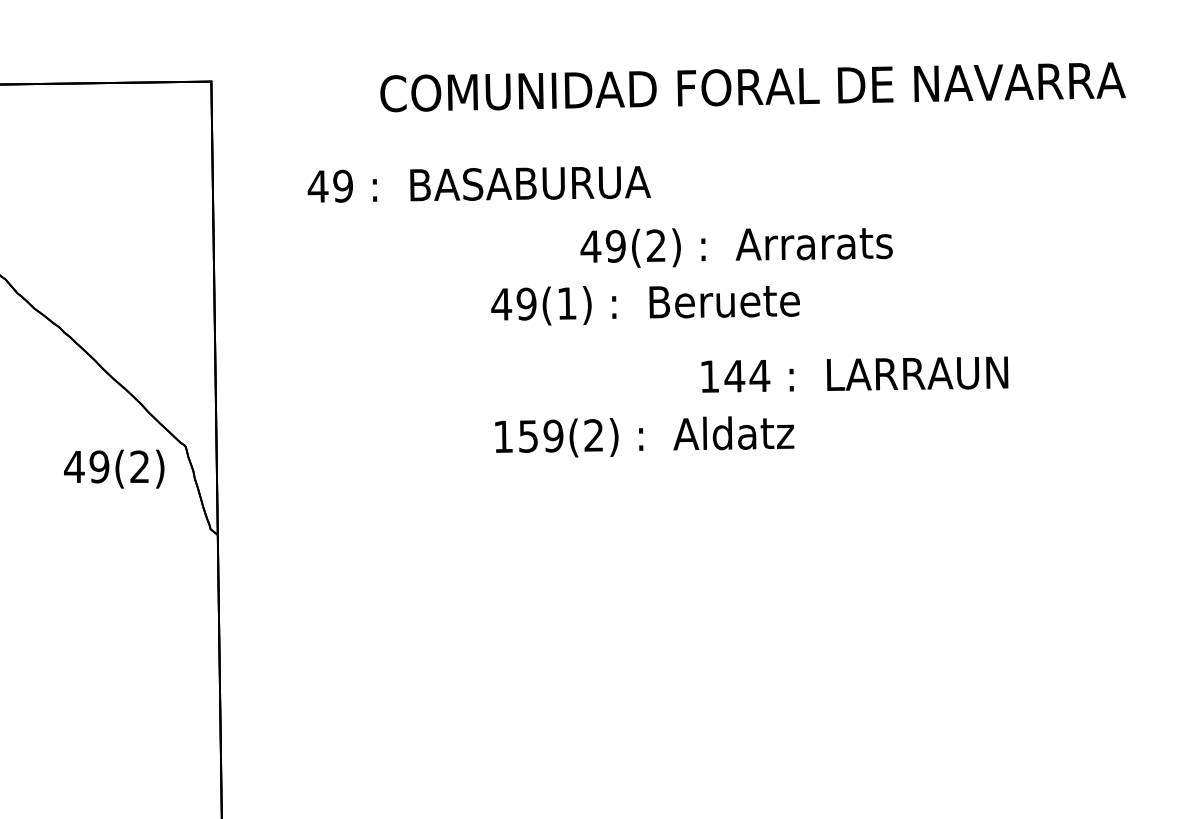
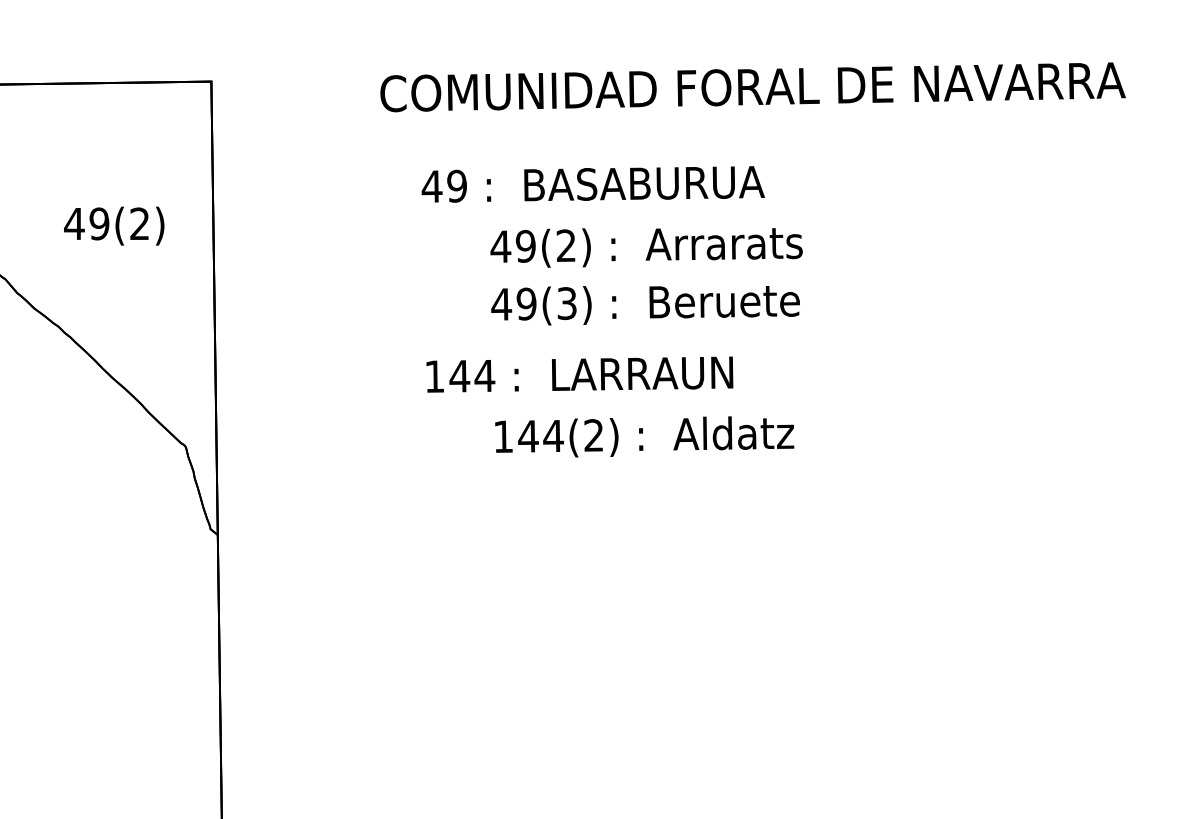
text at (478, 184) position: (478, 184) -> (592, 184)
text at (736, 247) position: (736, 247) -> (646, 247)
text at (566, 303): 49(1) -> 49(3)
text at (854, 374) position: (854, 374) -> (579, 374)
text at (540, 435): 159(2) -> 144(2)
text at (114, 468) position: (114, 468) -> (114, 225)
